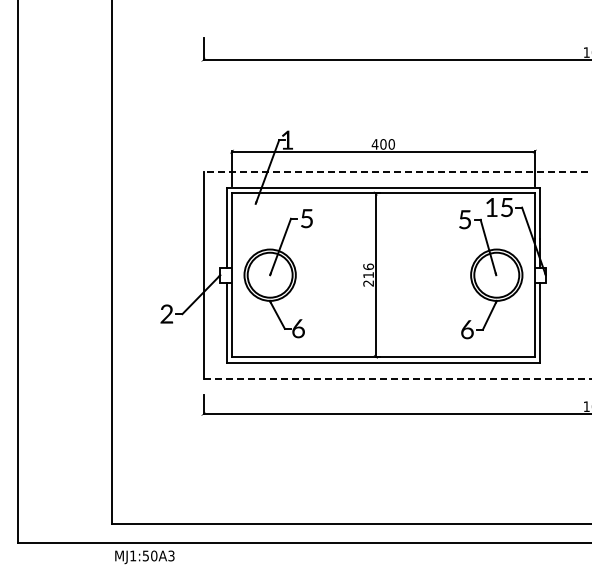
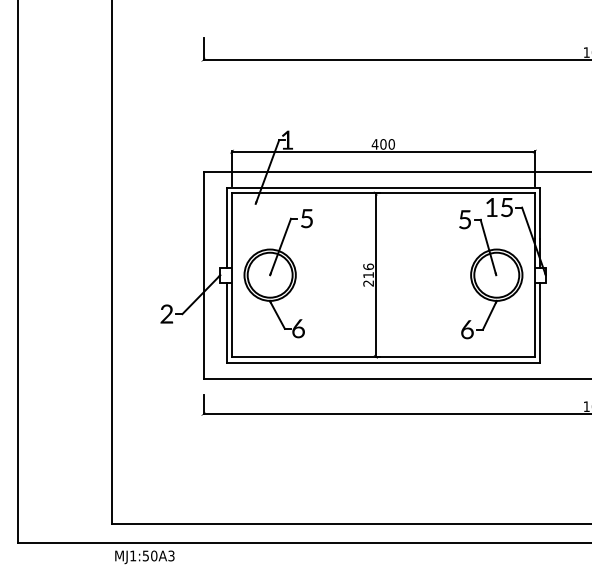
line at (397, 171): dashed -> solid
line at (397, 378): dashed -> solid
